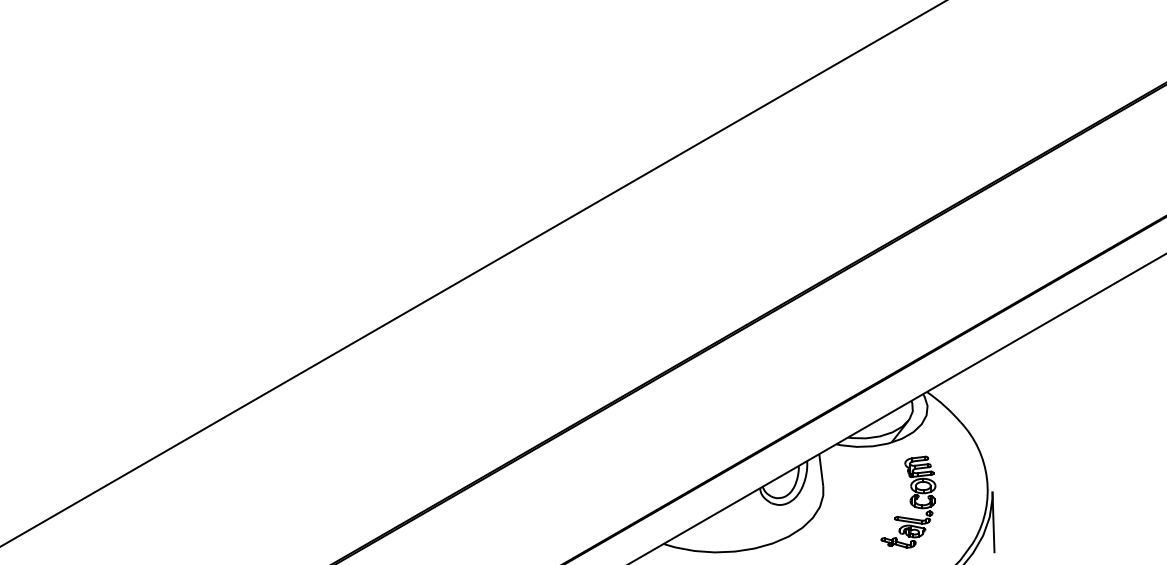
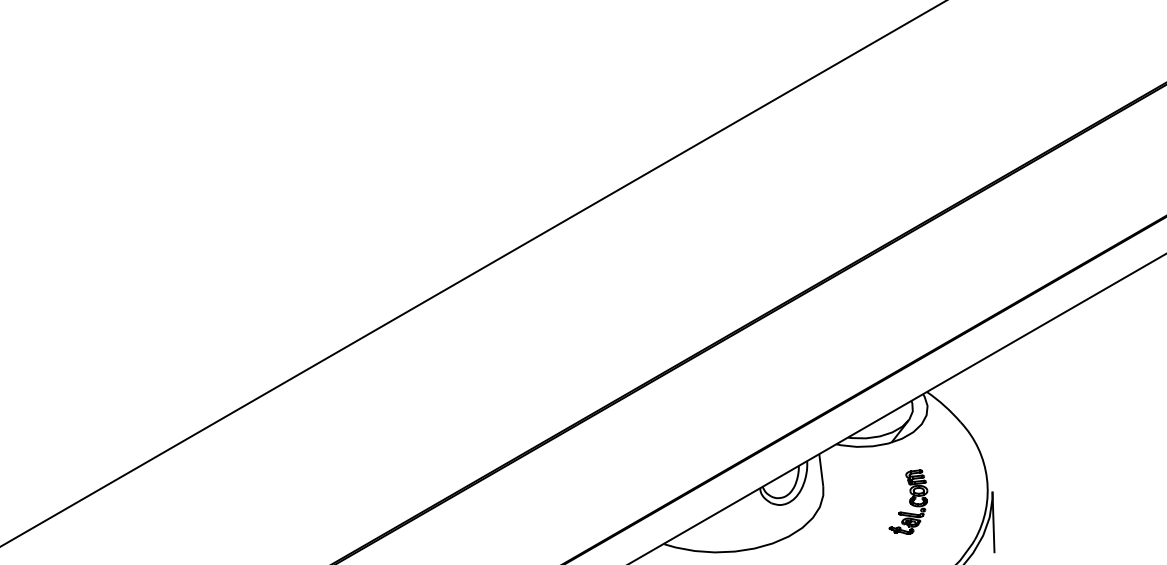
part at (908, 501) size: 57x94 px -> 41x66 px
